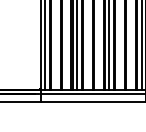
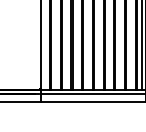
line at (45, 46): present -> none
line at (77, 46): present -> none
line at (109, 46): present -> none
